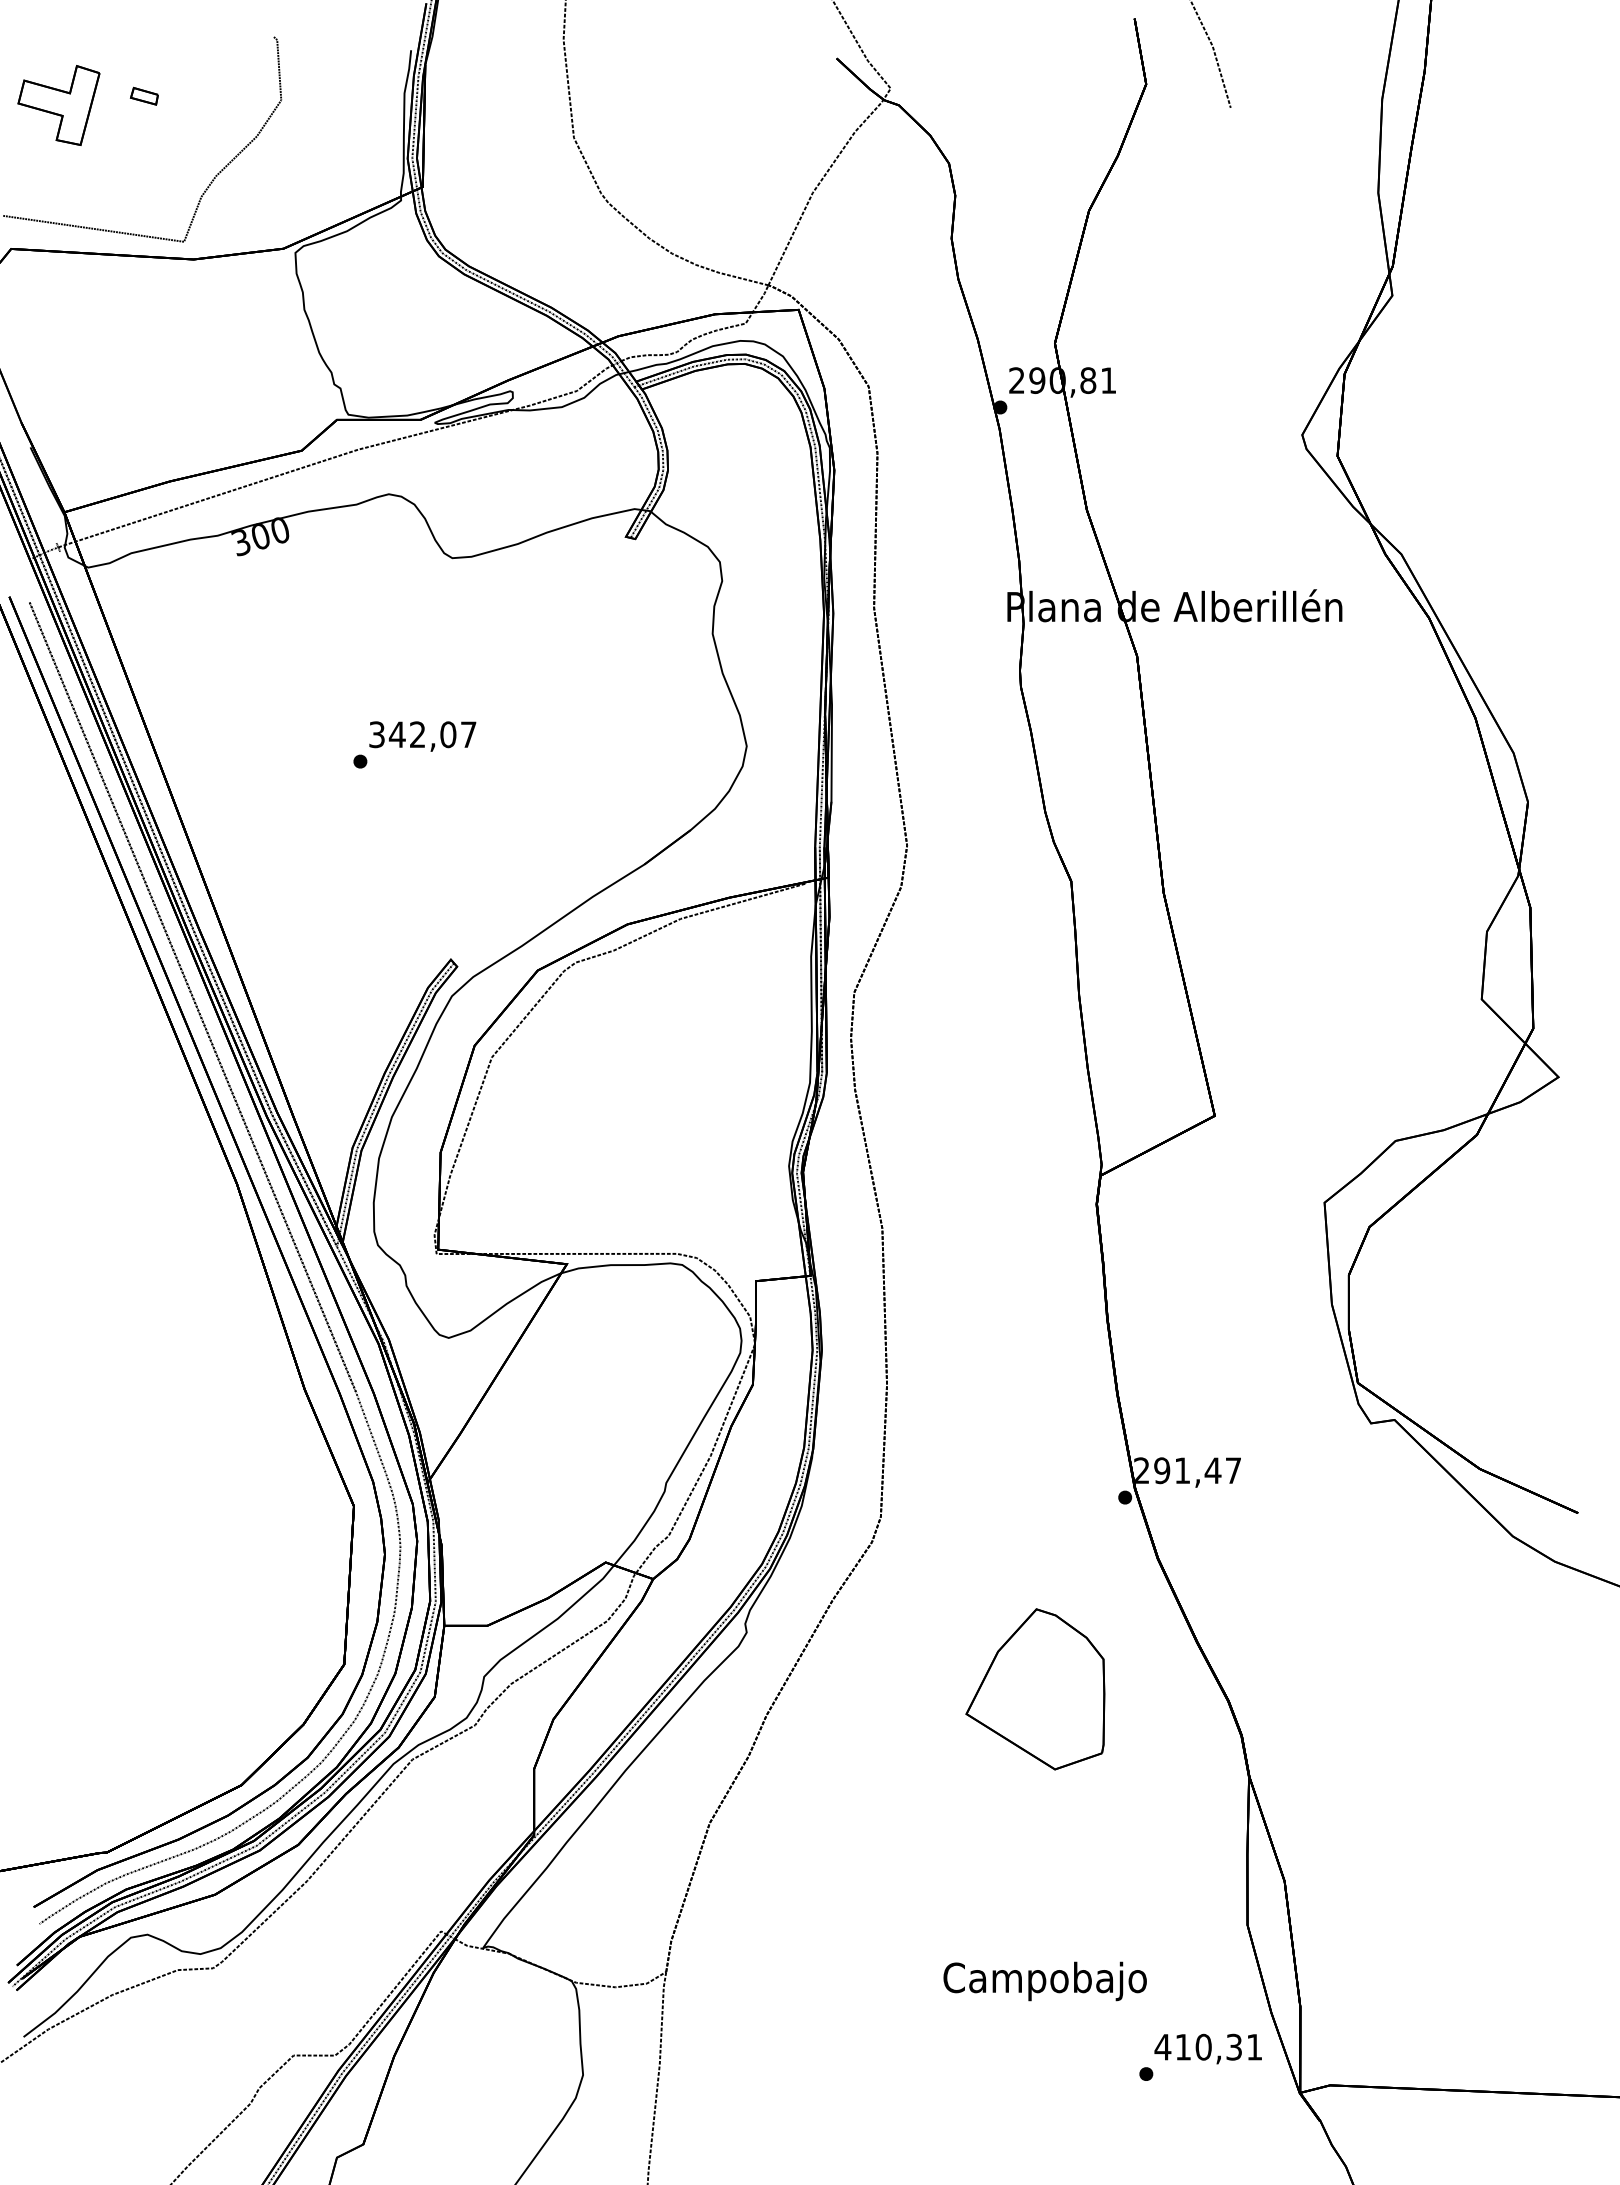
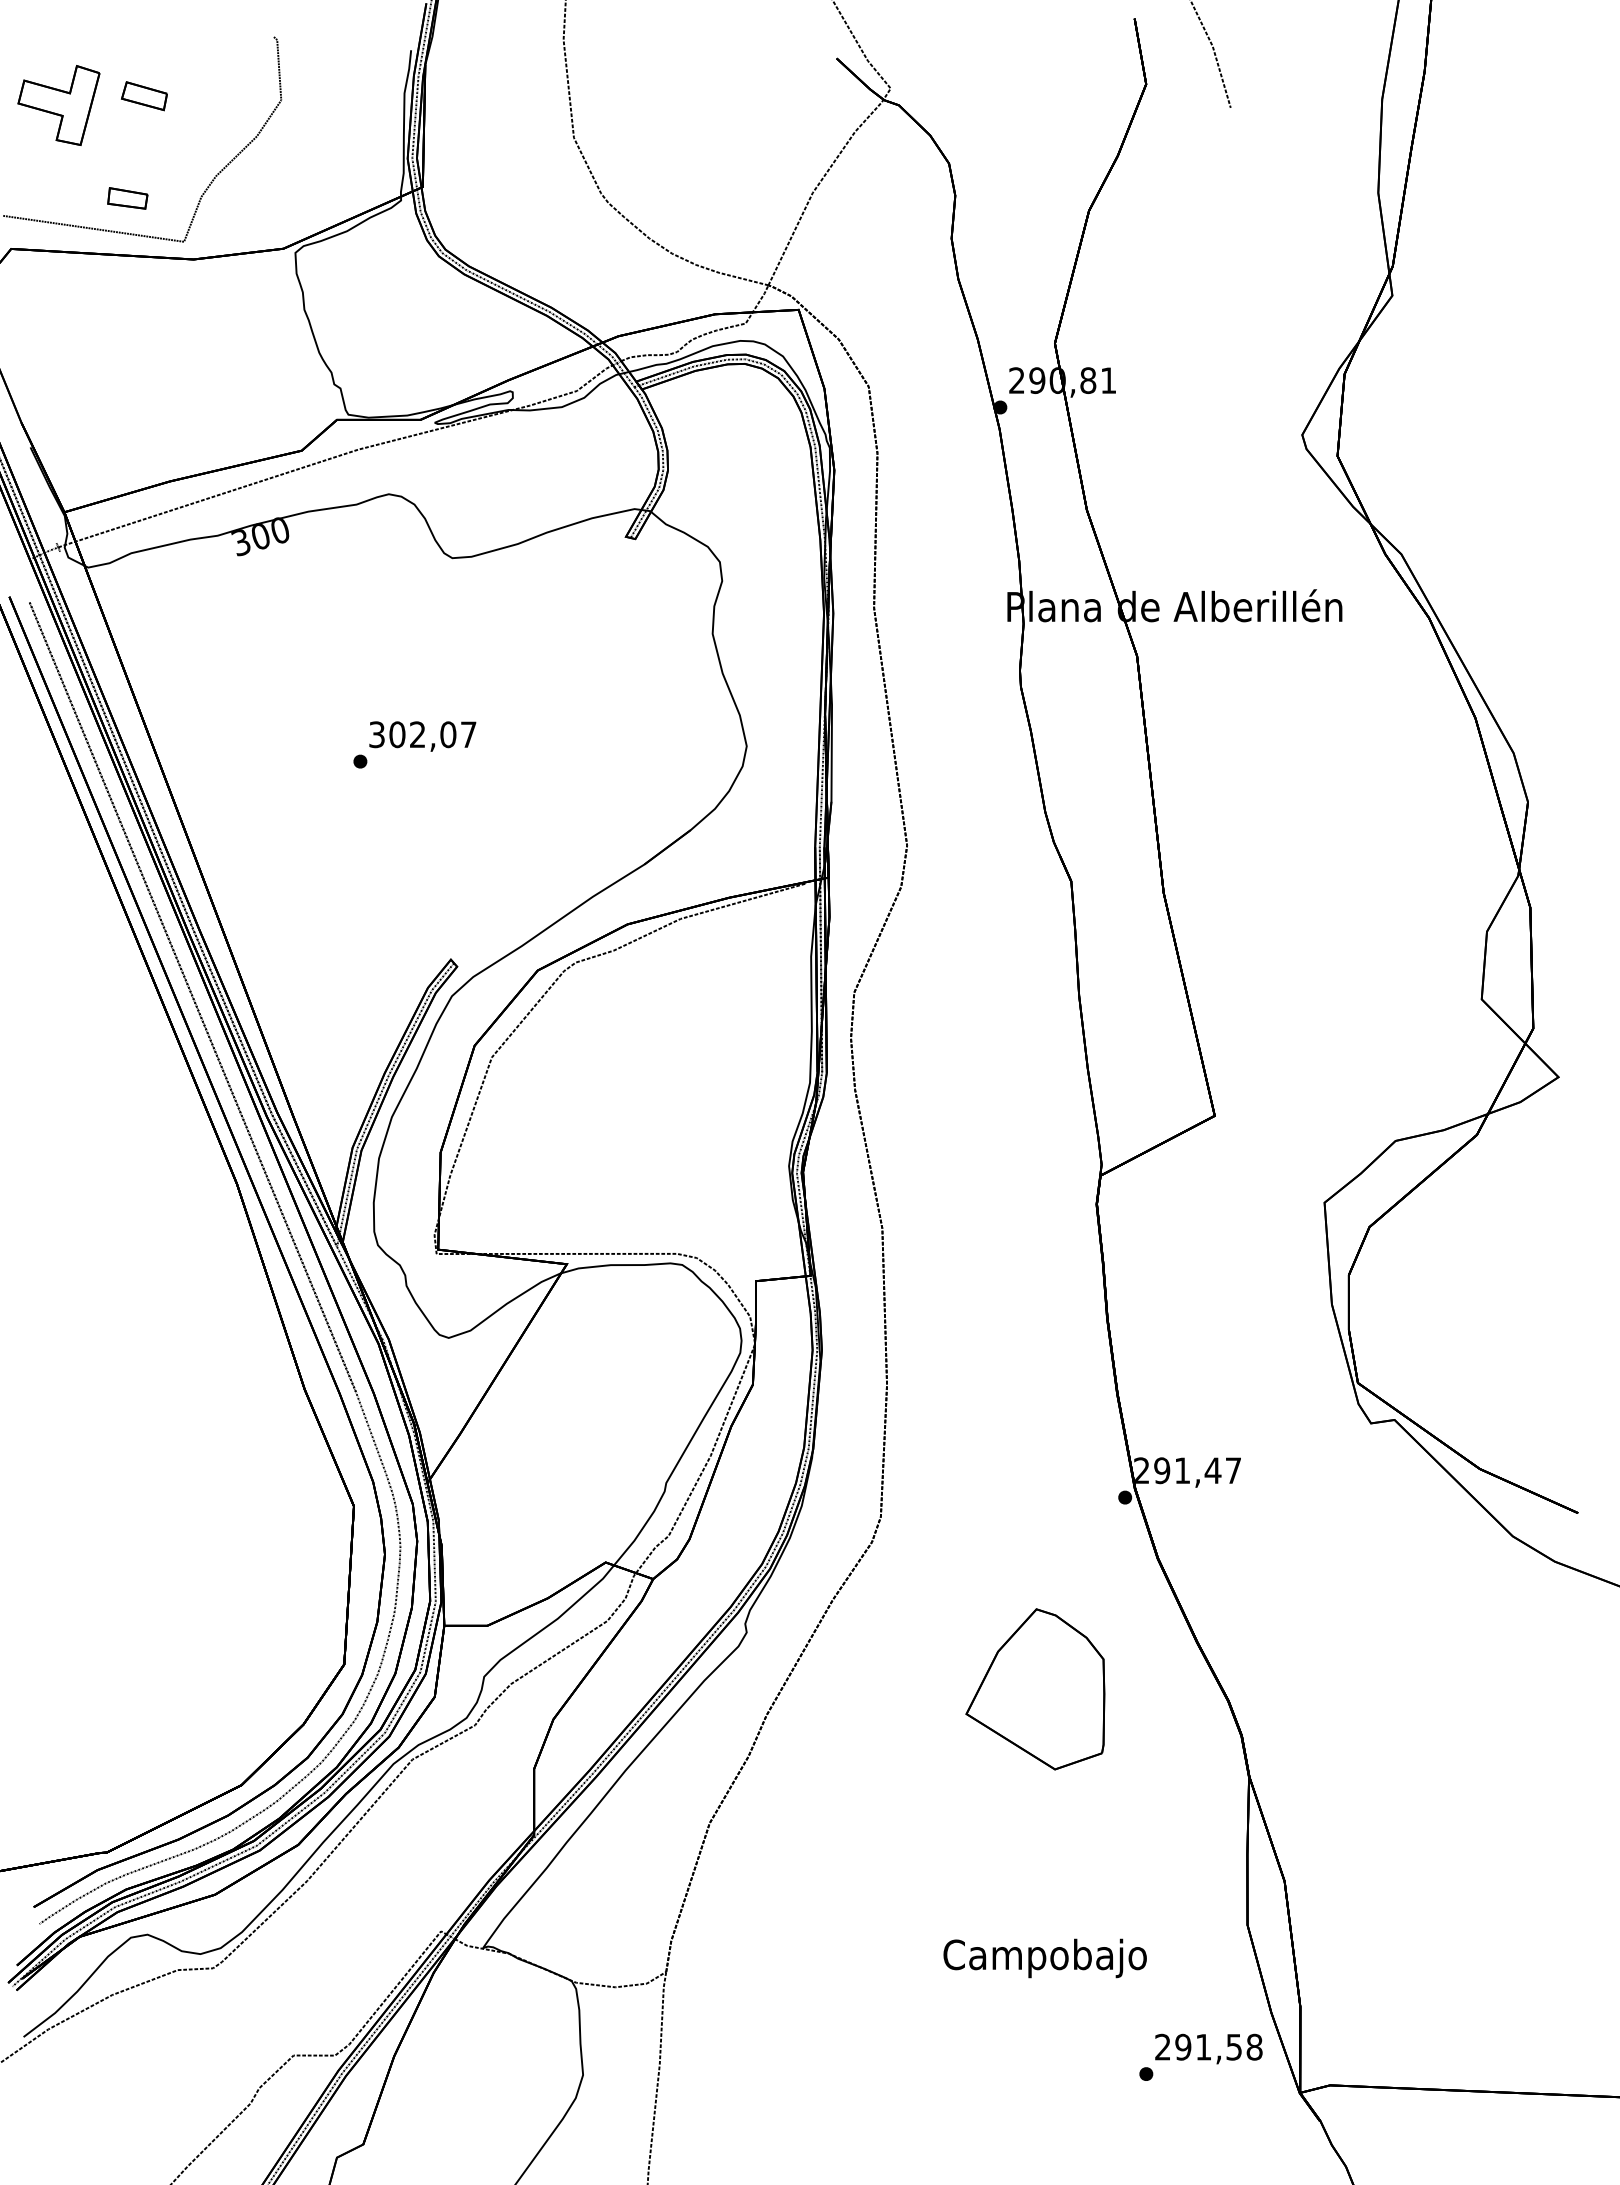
part at (143, 95) size: 30x20 px -> 47x31 px
part at (127, 198): none -> present
text at (396, 734): 342,07 -> 302,07
text at (1044, 1981) position: (1044, 1981) -> (1044, 1958)
text at (1208, 2046): 410,31 -> 291,58
